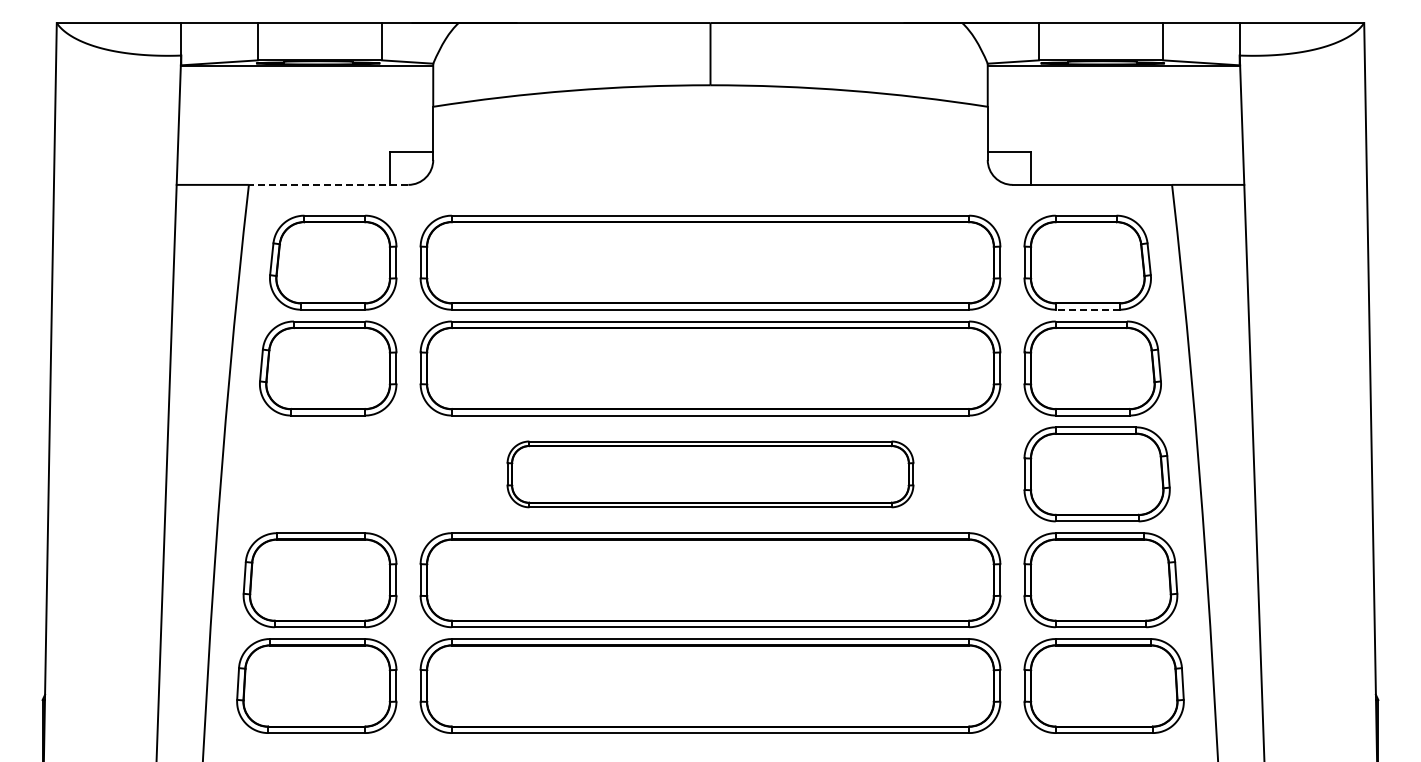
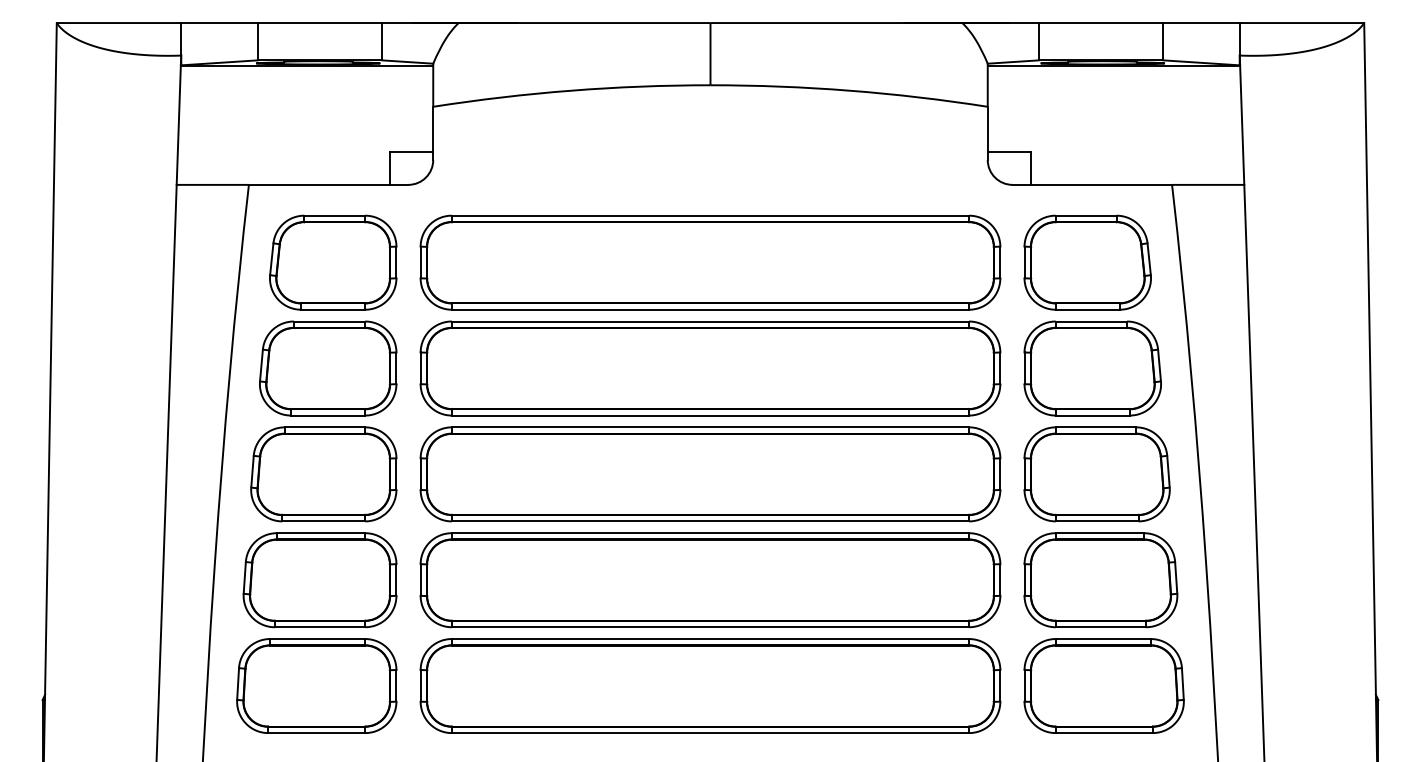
line at (328, 184): dashed -> solid
line at (1087, 309): dashed -> solid
part at (323, 474): none -> present
part at (710, 474) size: 409x69 px -> 583x97 px
